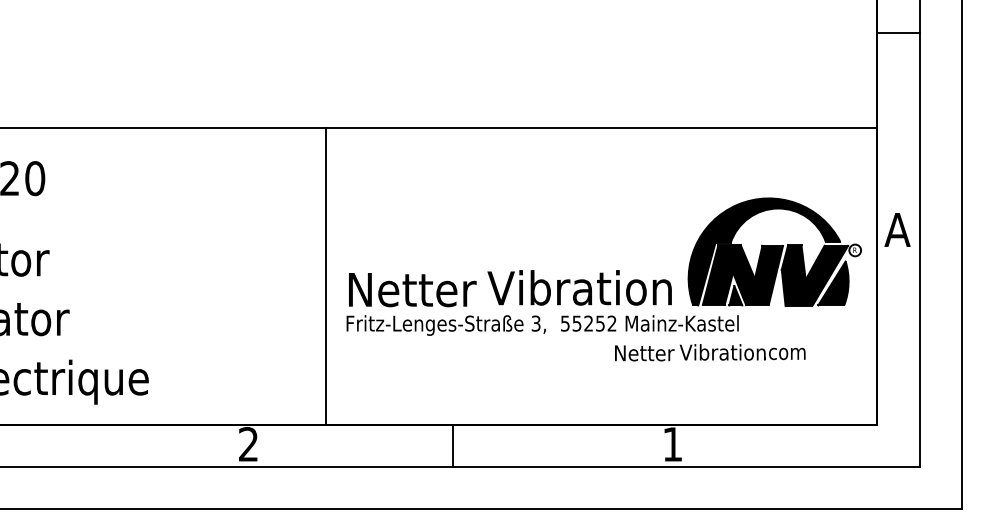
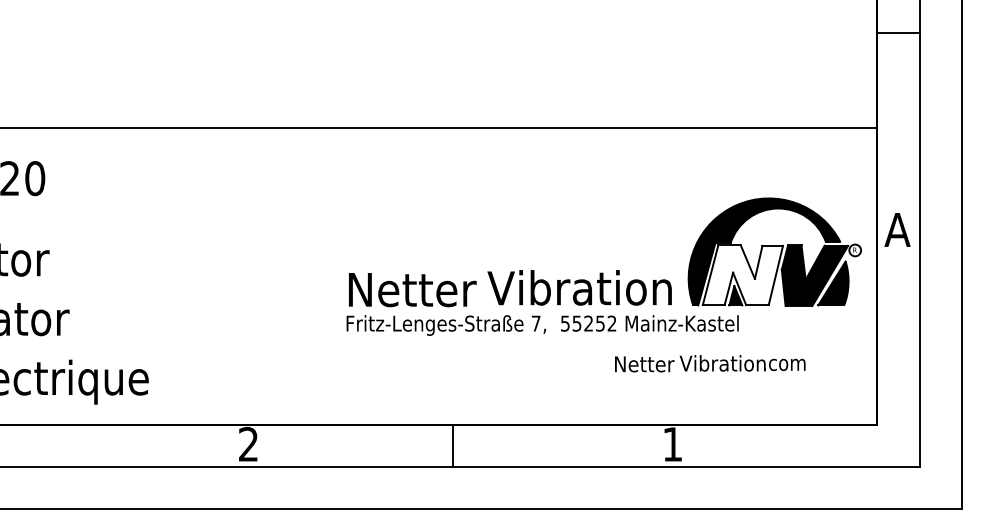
fill at (742, 274): present -> none
line at (326, 275): present -> none
text at (535, 323): 3, -> 7,
text at (710, 352) position: (710, 352) -> (710, 363)
